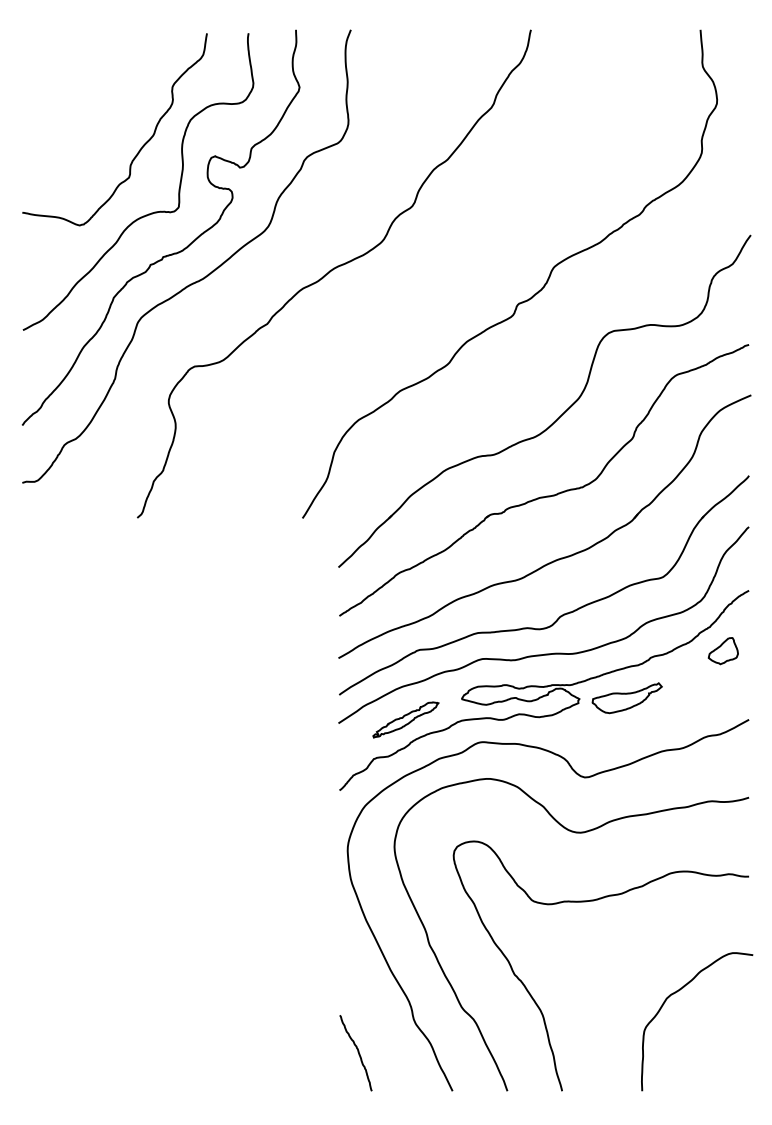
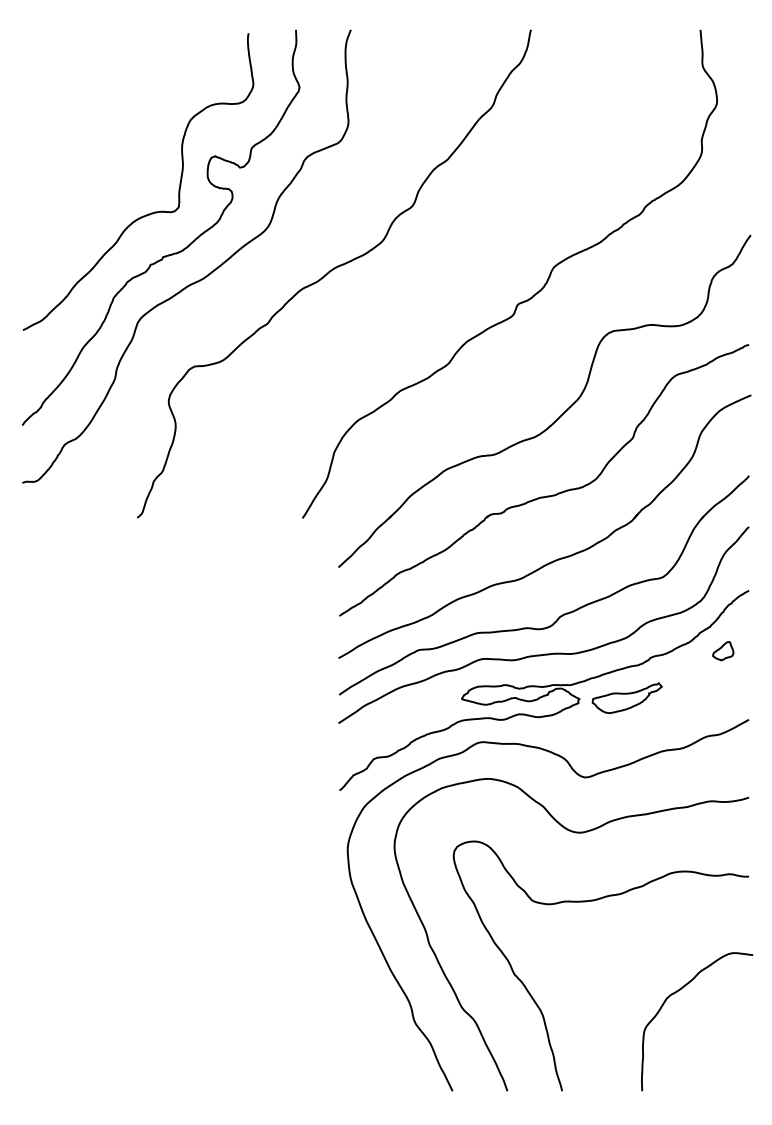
curve at (139, 149): present -> none
part at (722, 651) size: 32x29 px -> 23x21 px
part at (405, 719): present -> none
curve at (357, 1052): present -> none
